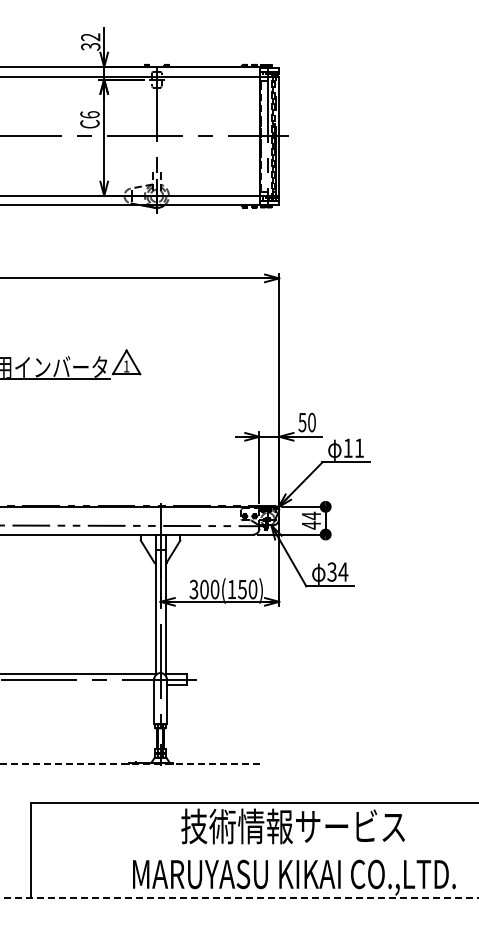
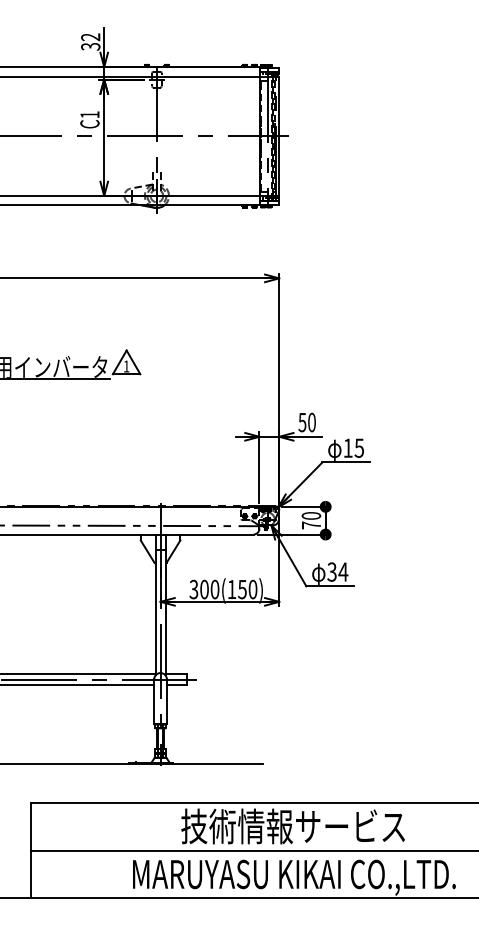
text at (89, 114): C6 -> C1
text at (358, 447): 11 -> 15
text at (311, 520): 44 -> 70
line at (78, 684): none -> present
line at (132, 764): dashed -> solid
line at (252, 850): none -> present
line at (239, 898): dashed -> solid
